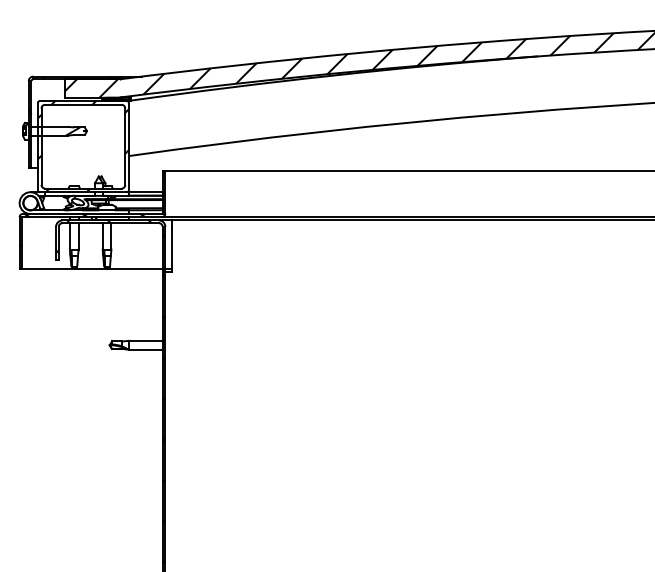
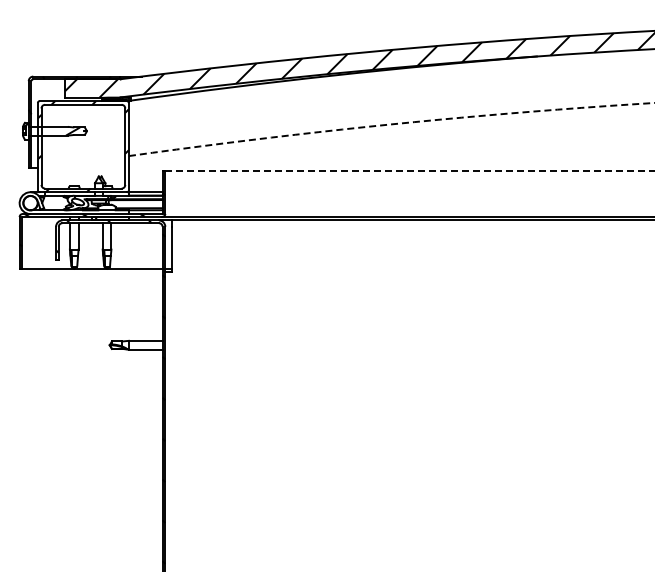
arc at (391, 124): solid -> dashed
line at (410, 171): solid -> dashed
